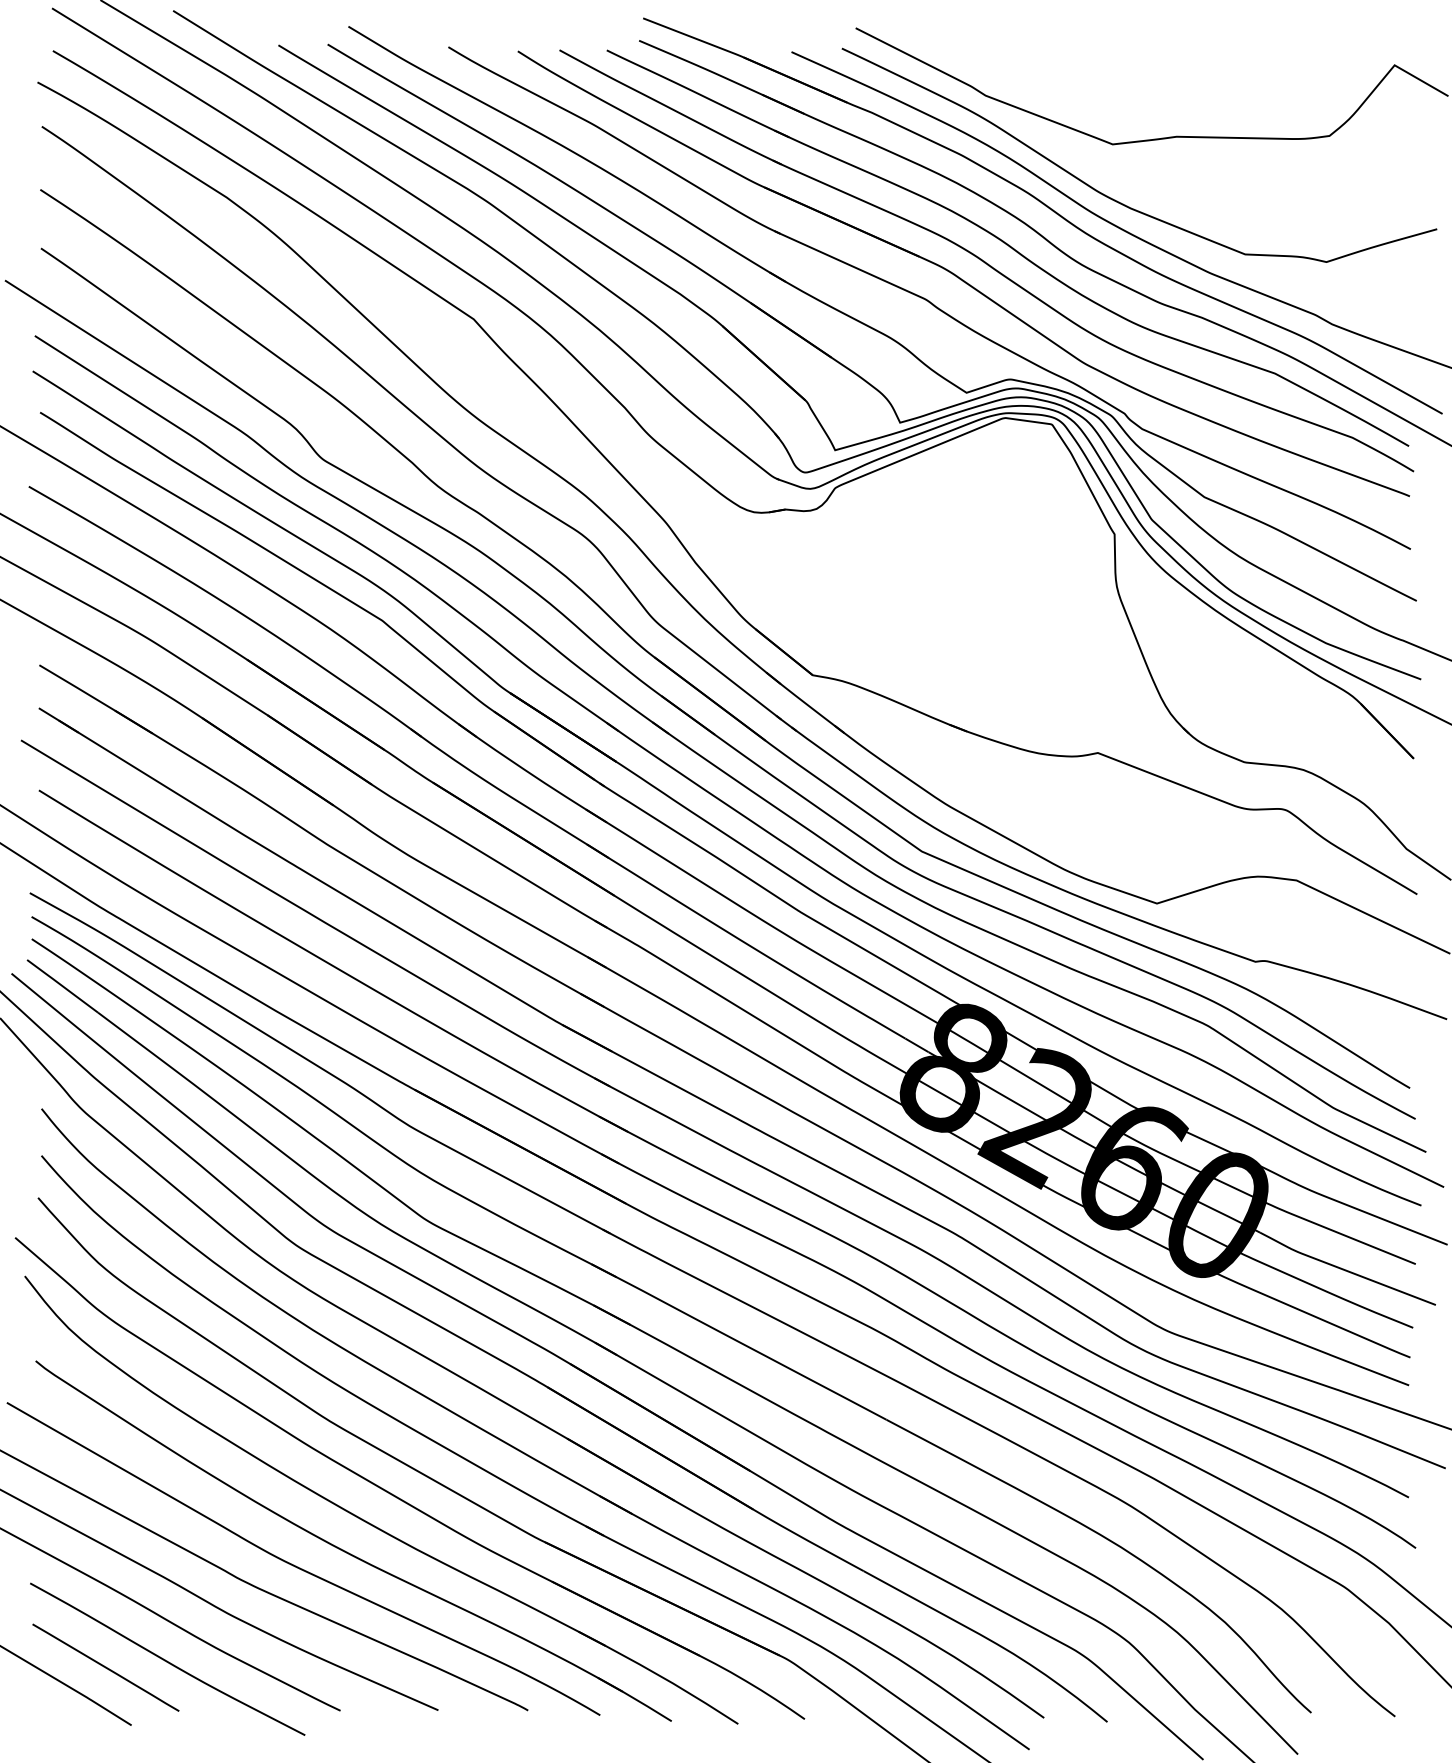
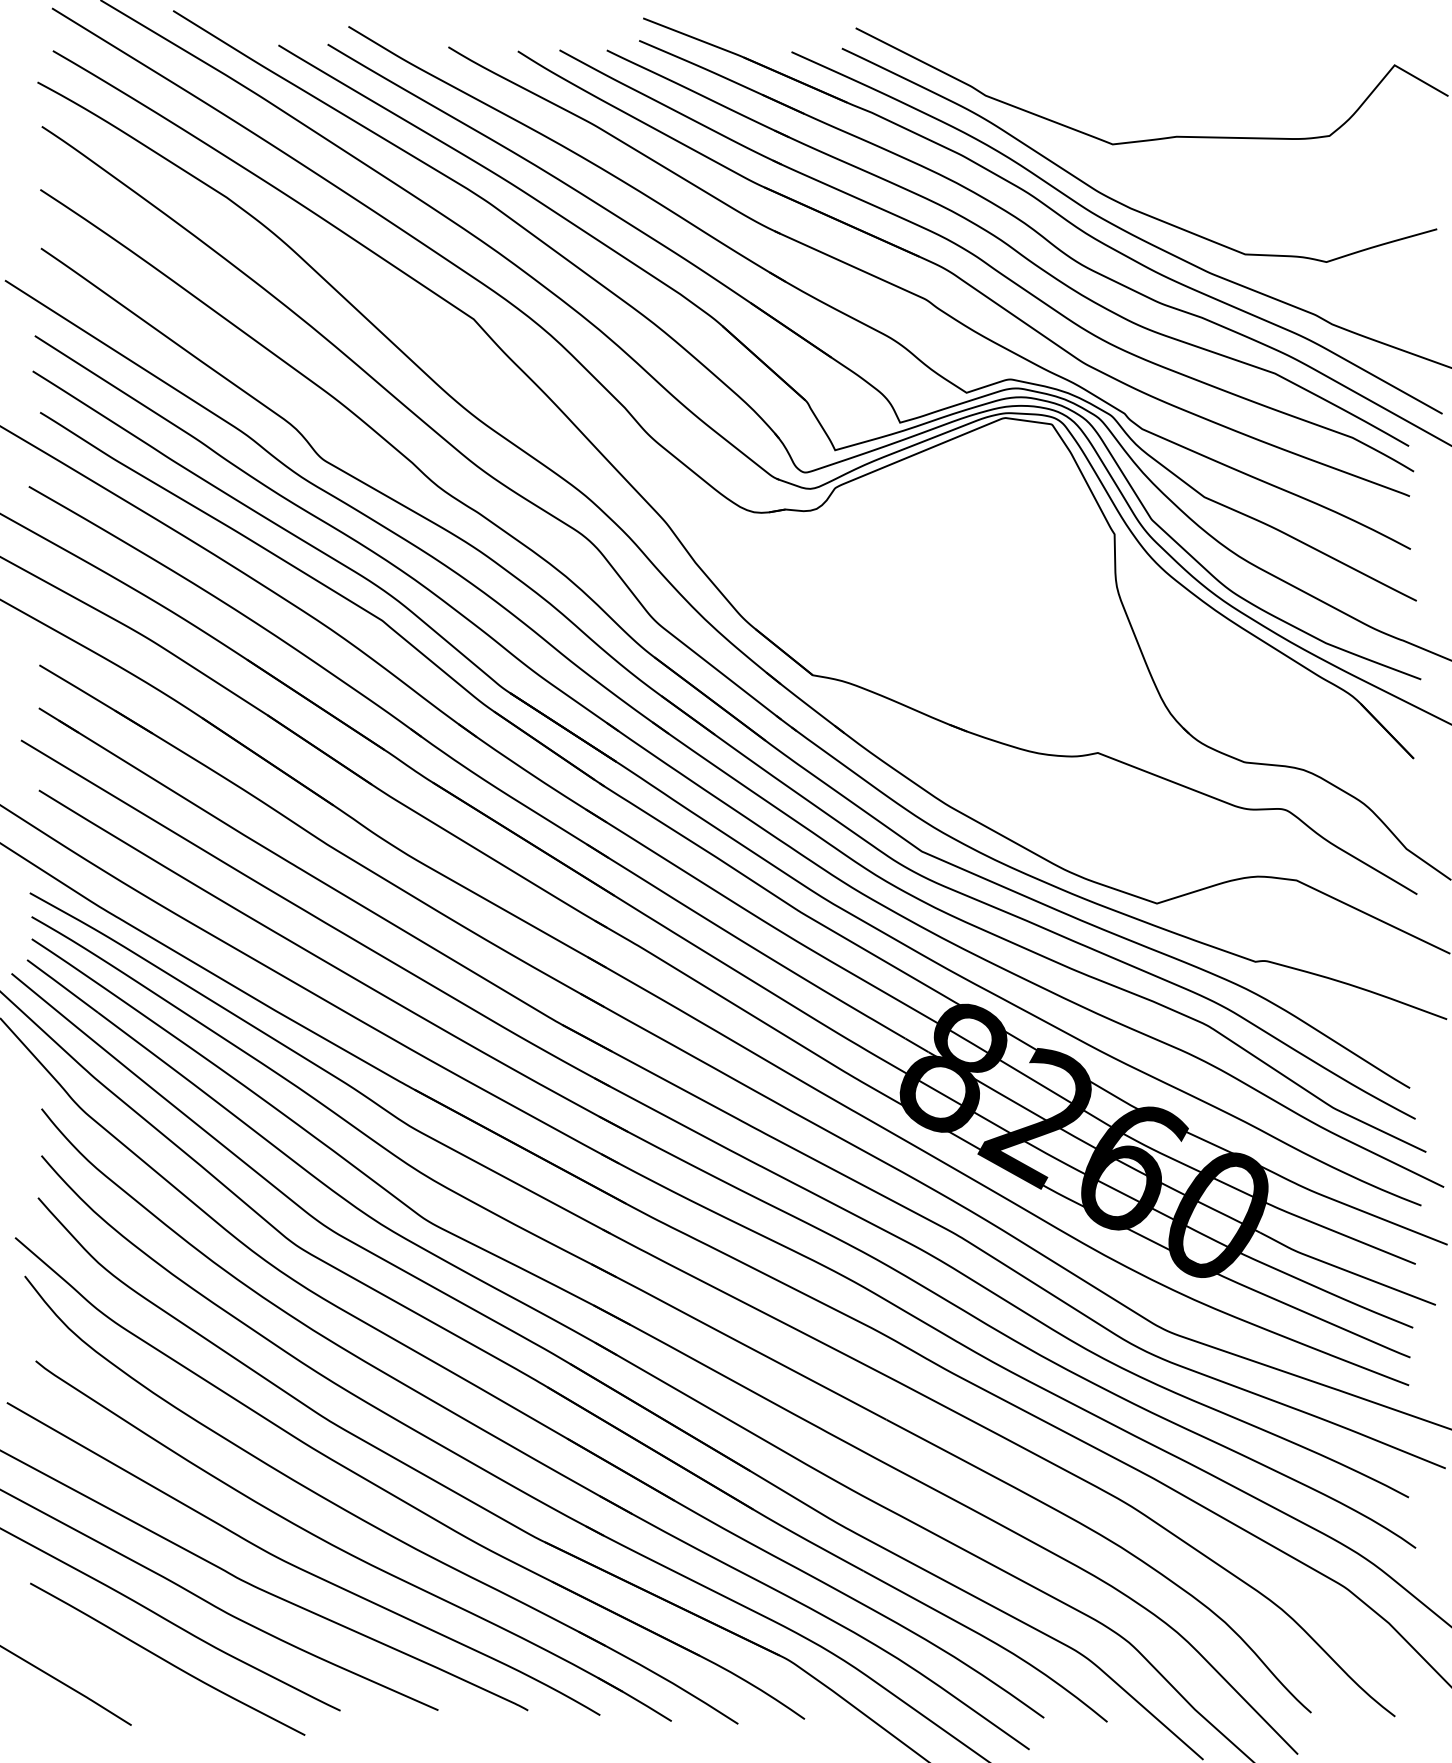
line at (105, 1667): present -> none
